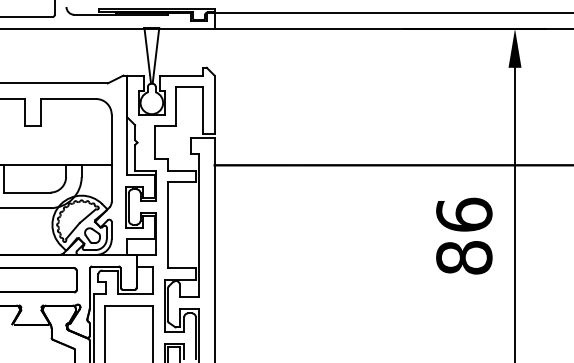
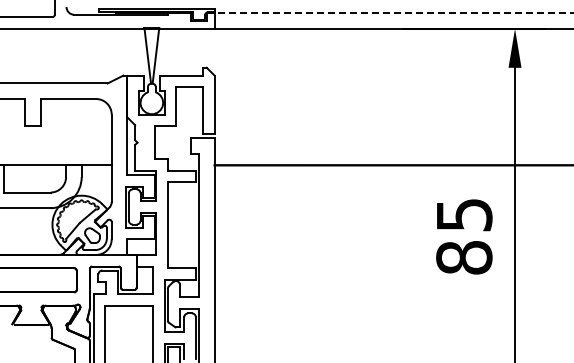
line at (393, 13): solid -> dashed
text at (464, 214): 86 -> 85
